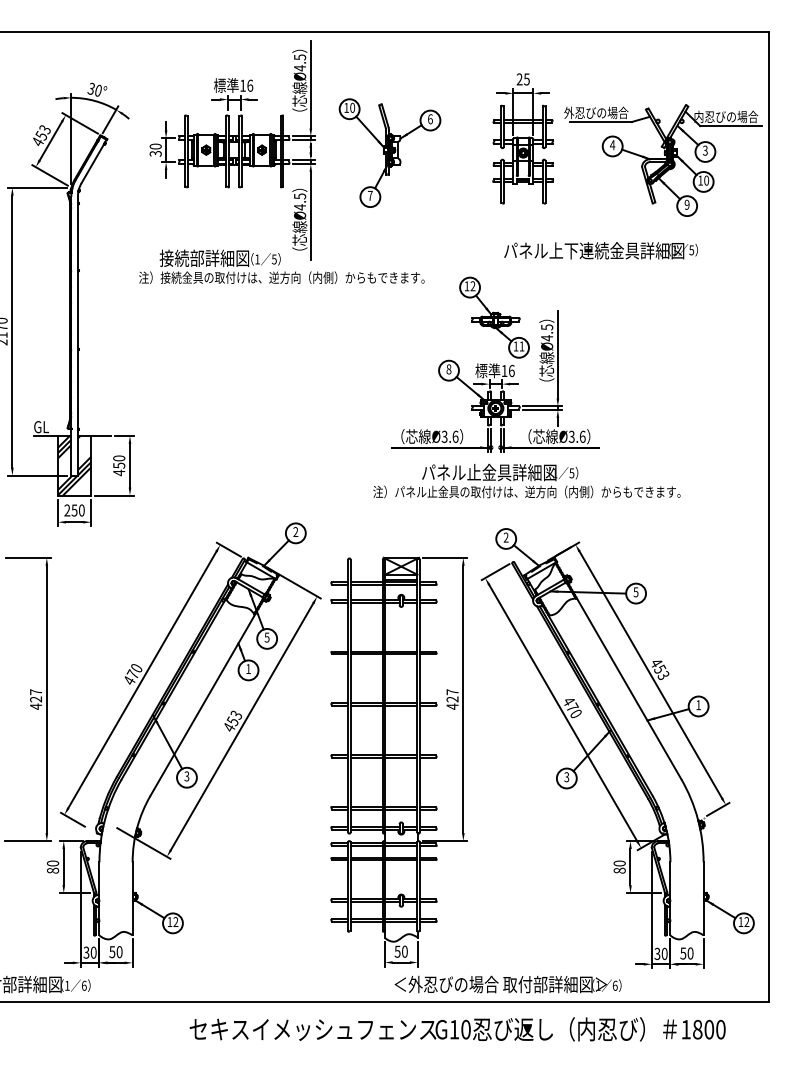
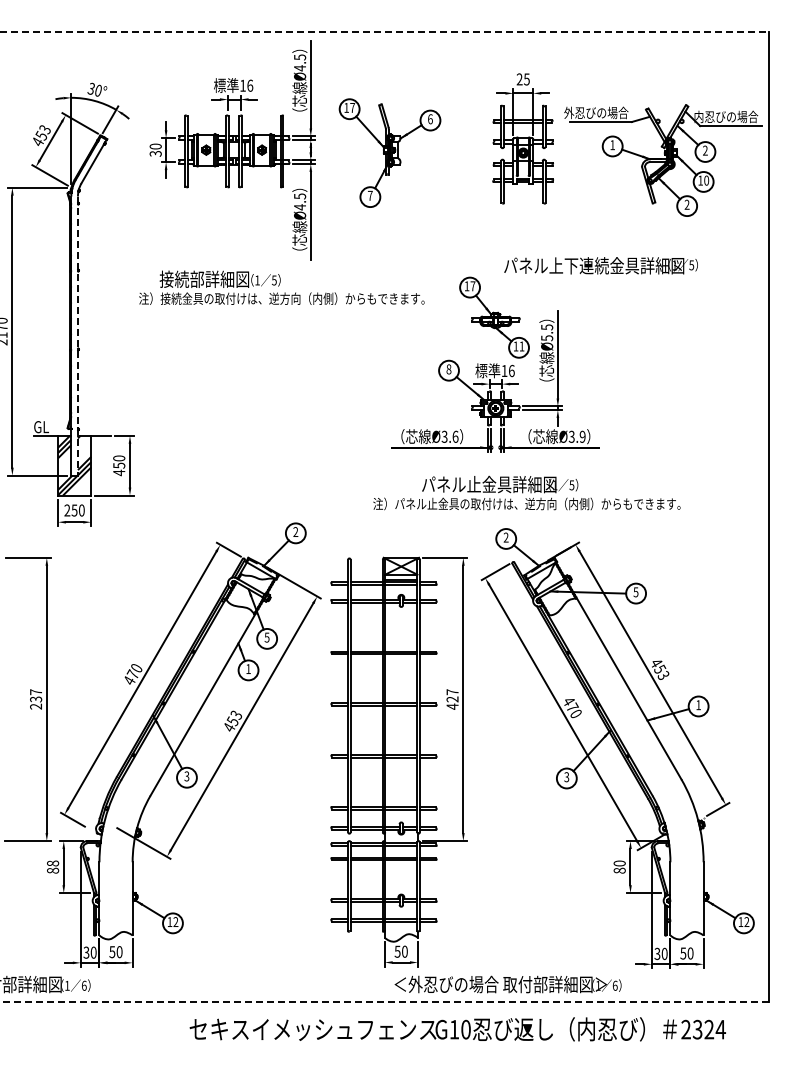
line at (385, 32): solid -> dashed
text at (352, 107): 10 -> 17
text at (612, 145): 4 -> 1
text at (705, 150): 3 -> 2
text at (686, 204): 9 -> 2
text at (600, 250) position: (600, 250) -> (600, 265)
text at (281, 266) position: (281, 266) -> (281, 287)
text at (472, 286): 12 -> 17
line at (77, 336): solid -> dashed
text at (547, 338): Ø4.5 -> Ø5.5
text at (582, 436): Ø3.6 -> Ø3.9
text at (526, 480) position: (526, 480) -> (526, 492)
text at (36, 702): 427 -> 237
text at (53, 863): 80 -> 88
line at (384, 1002): solid -> dashed
text at (703, 1029): 1800 -> 2324
